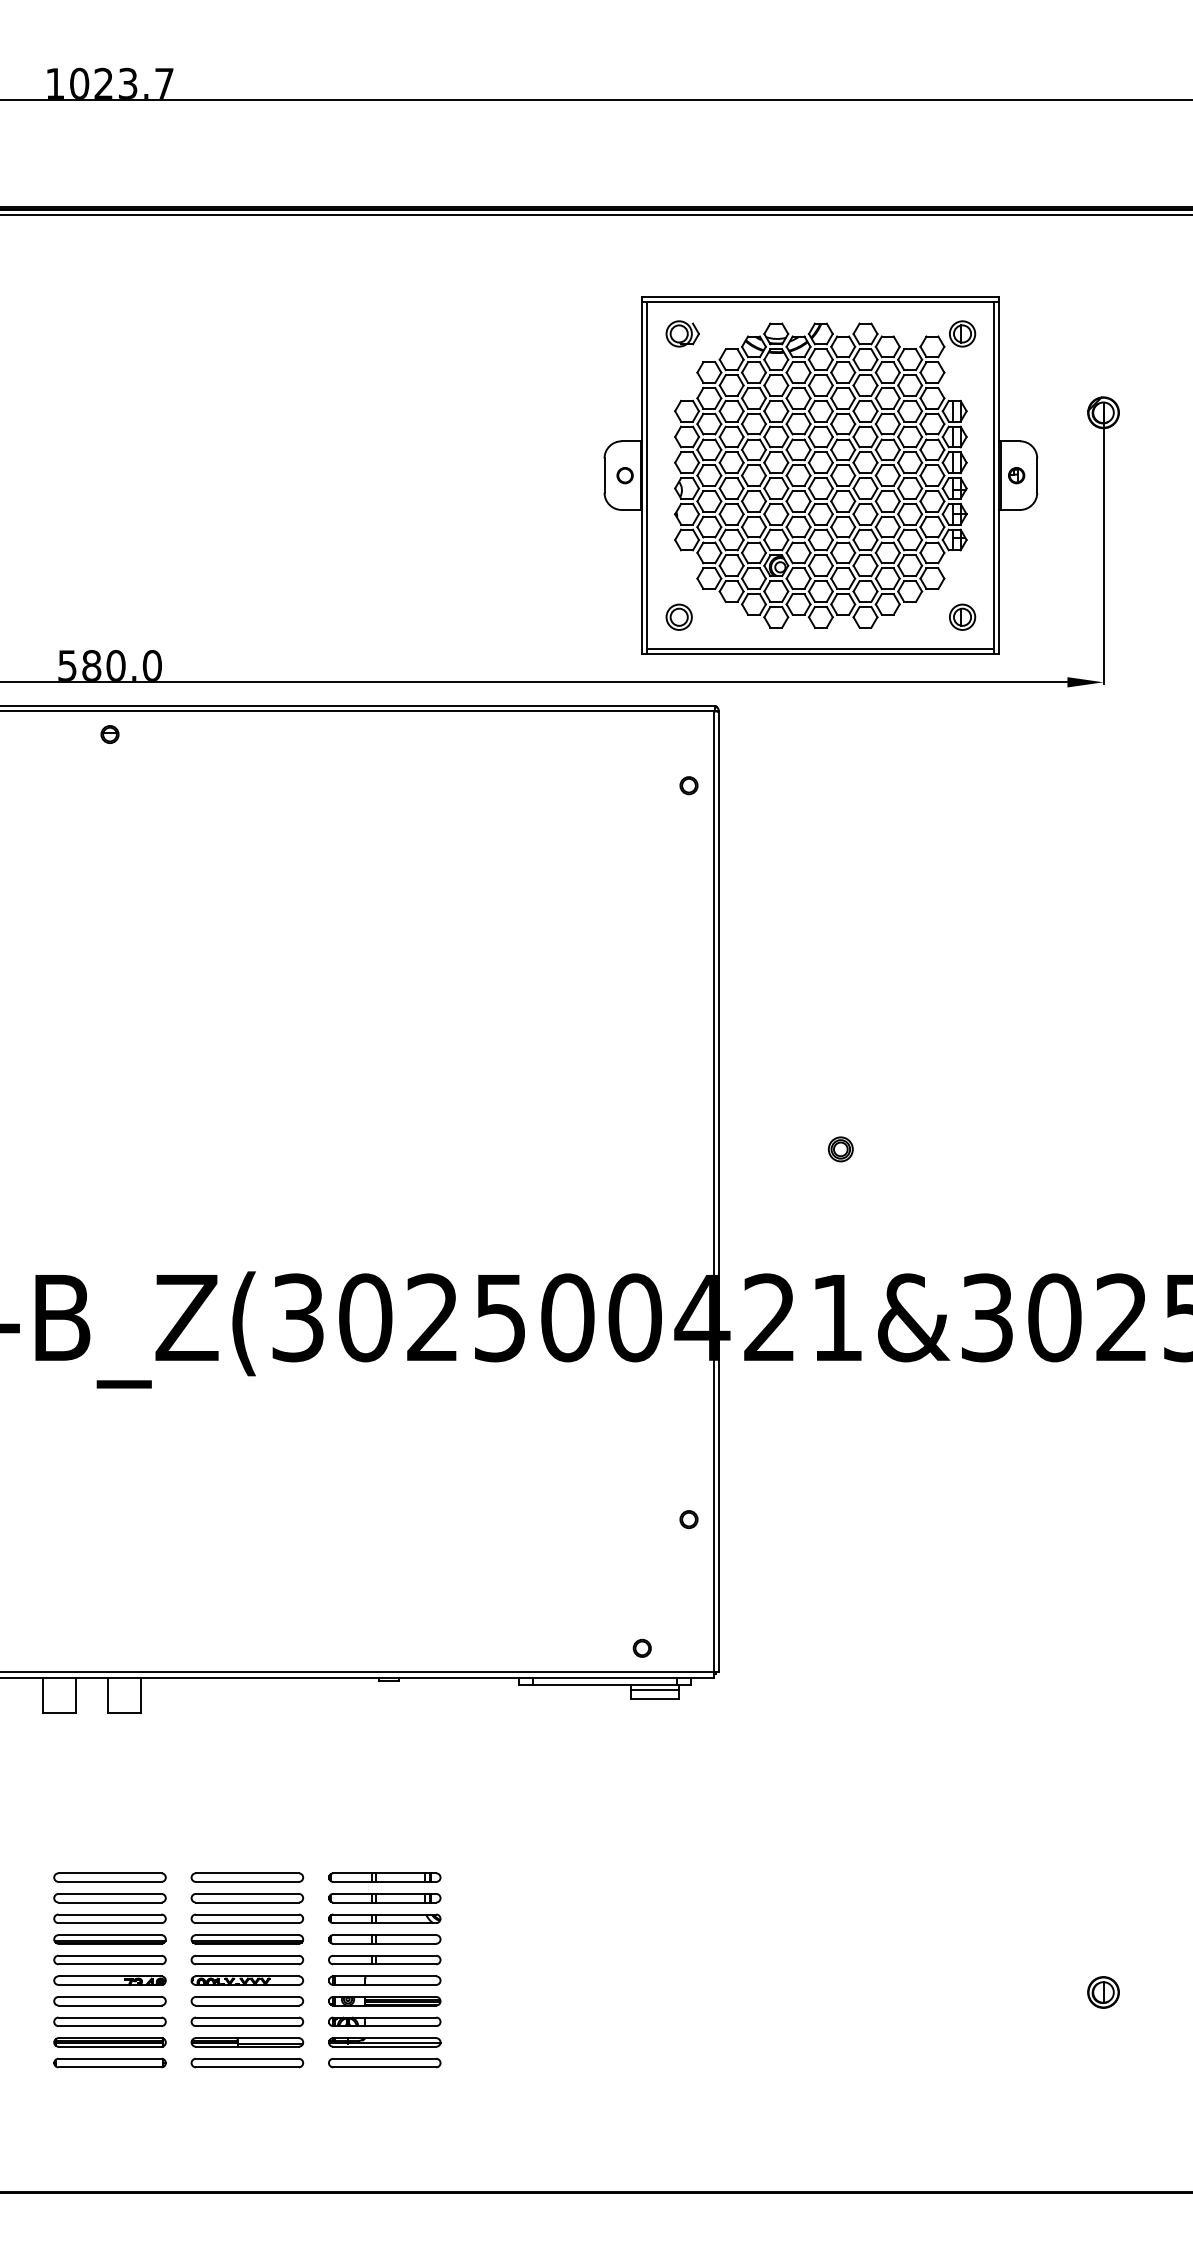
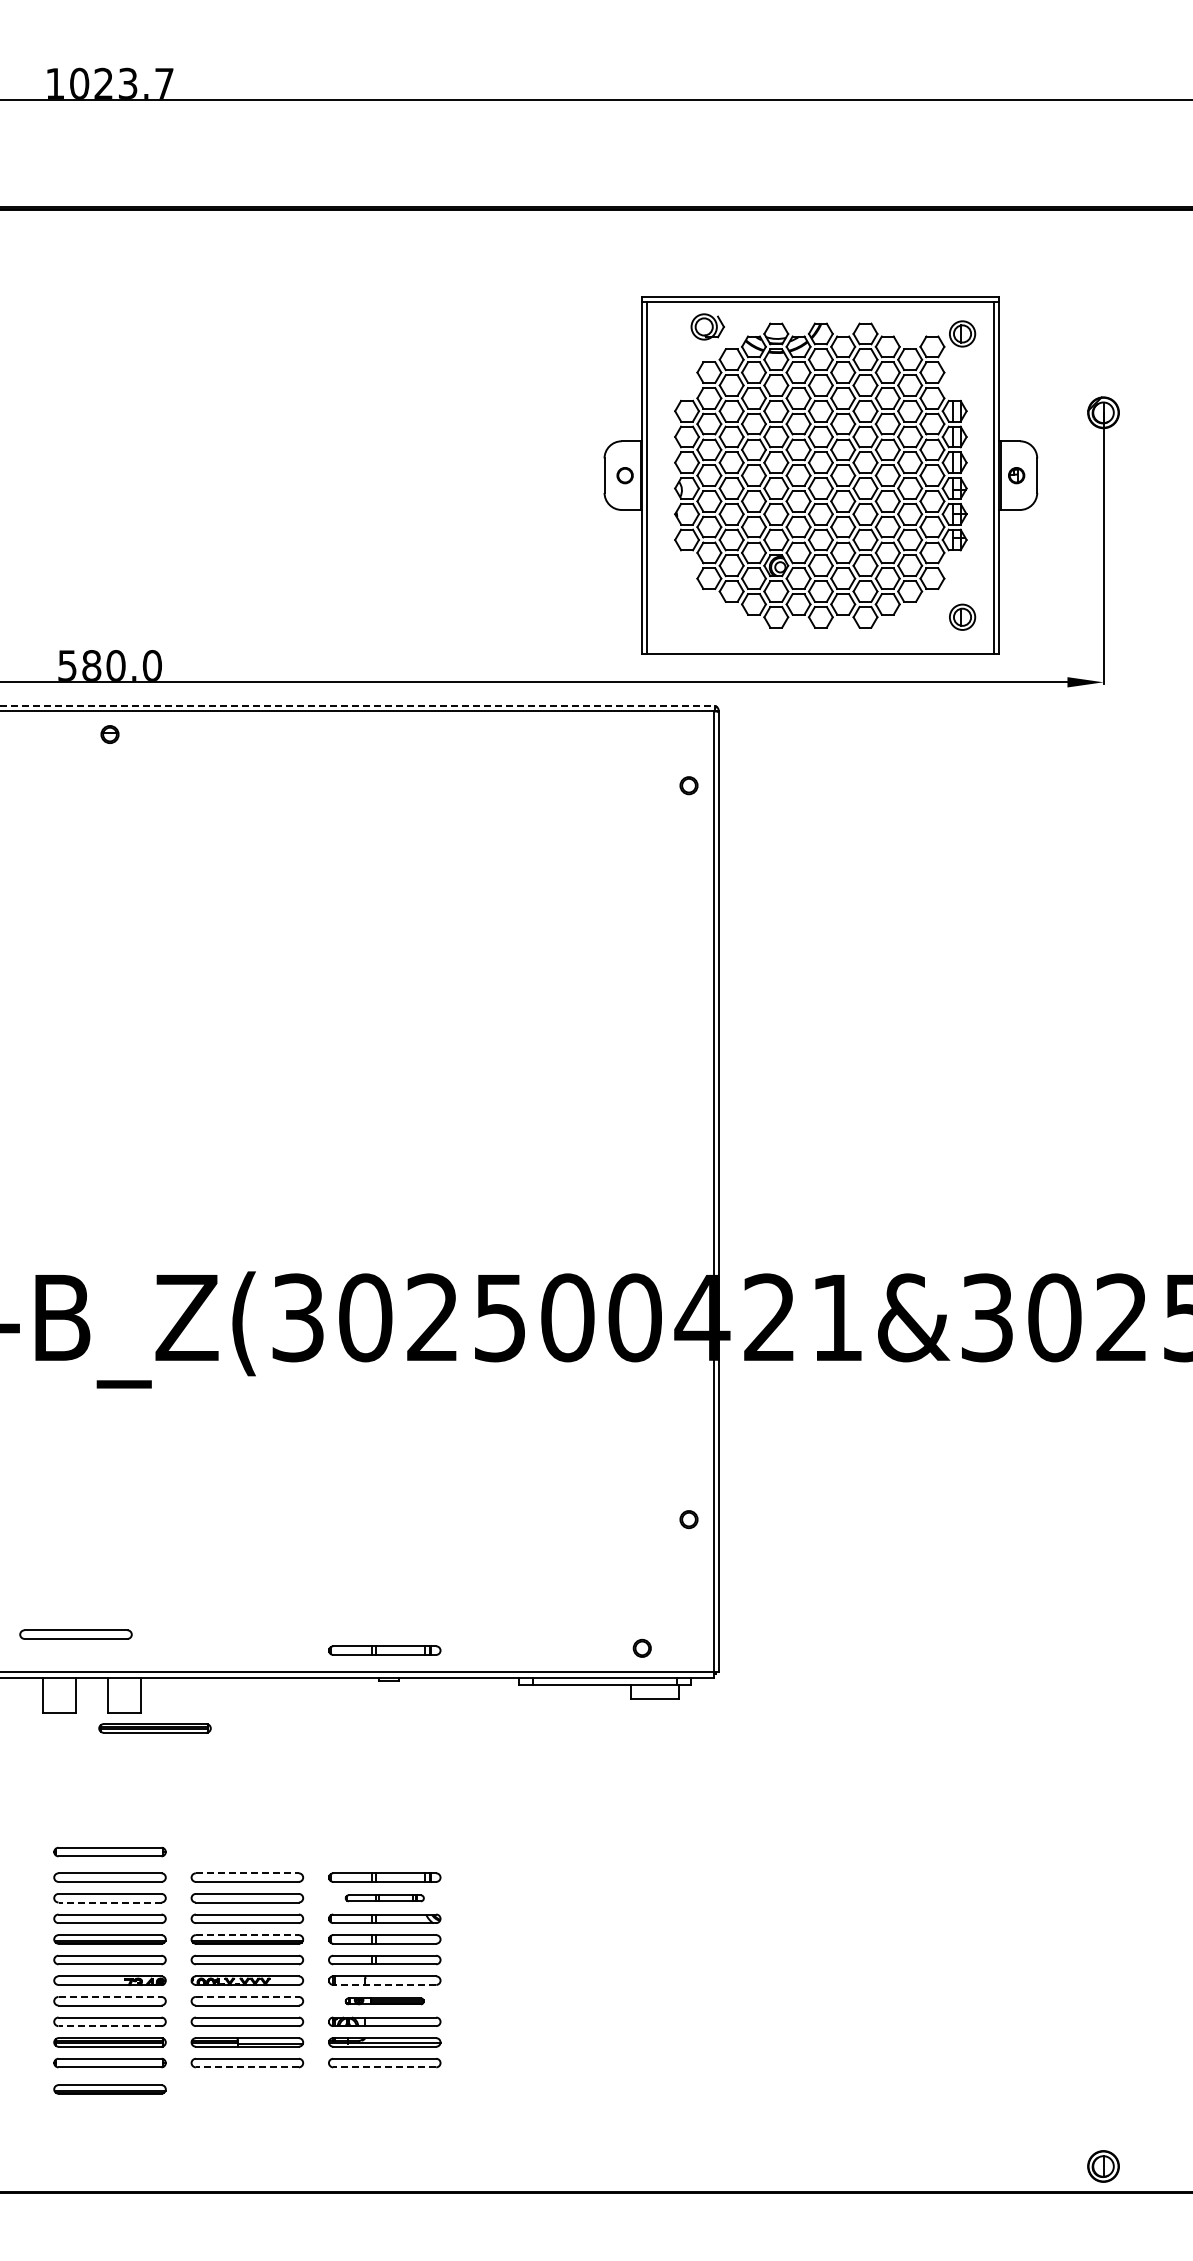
line at (595, 215): present -> none
part at (682, 333) position: (682, 333) -> (707, 326)
part at (678, 616): present -> none
line at (820, 649): present -> none
line at (358, 705): solid -> dashed
part at (840, 1149): present -> none
part at (75, 1634): none -> present
part at (384, 1650): none -> present
line at (655, 1689): present -> none
part at (154, 1728): none -> present
part at (109, 1852): none -> present
line at (247, 1873): solid -> dashed
part at (384, 1898) size: 114x11 px -> 81x9 px
line at (110, 1902): solid -> dashed
line at (247, 1935): solid -> dashed
line at (384, 1984): solid -> dashed
part at (1103, 1992) position: (1103, 1992) -> (1103, 2166)
line at (110, 1996): solid -> dashed
line at (247, 1996): solid -> dashed
part at (384, 2001) size: 114x11 px -> 81x9 px
line at (110, 2026): solid -> dashed
line at (247, 2067): solid -> dashed
line at (384, 2067): solid -> dashed
part at (109, 2089): none -> present
